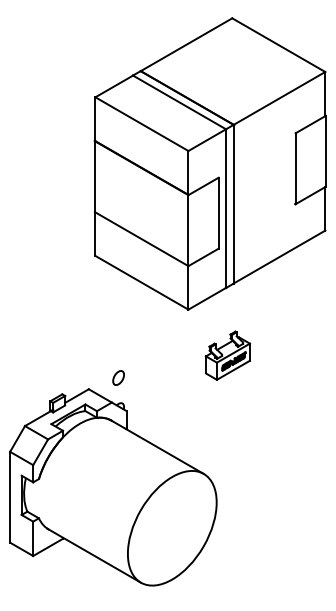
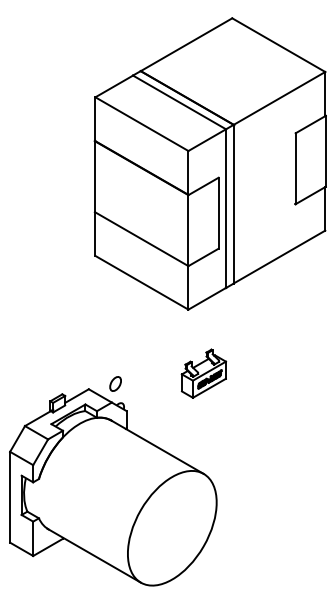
part at (227, 355) position: (227, 355) -> (203, 373)
part at (118, 377) position: (118, 377) -> (115, 383)
